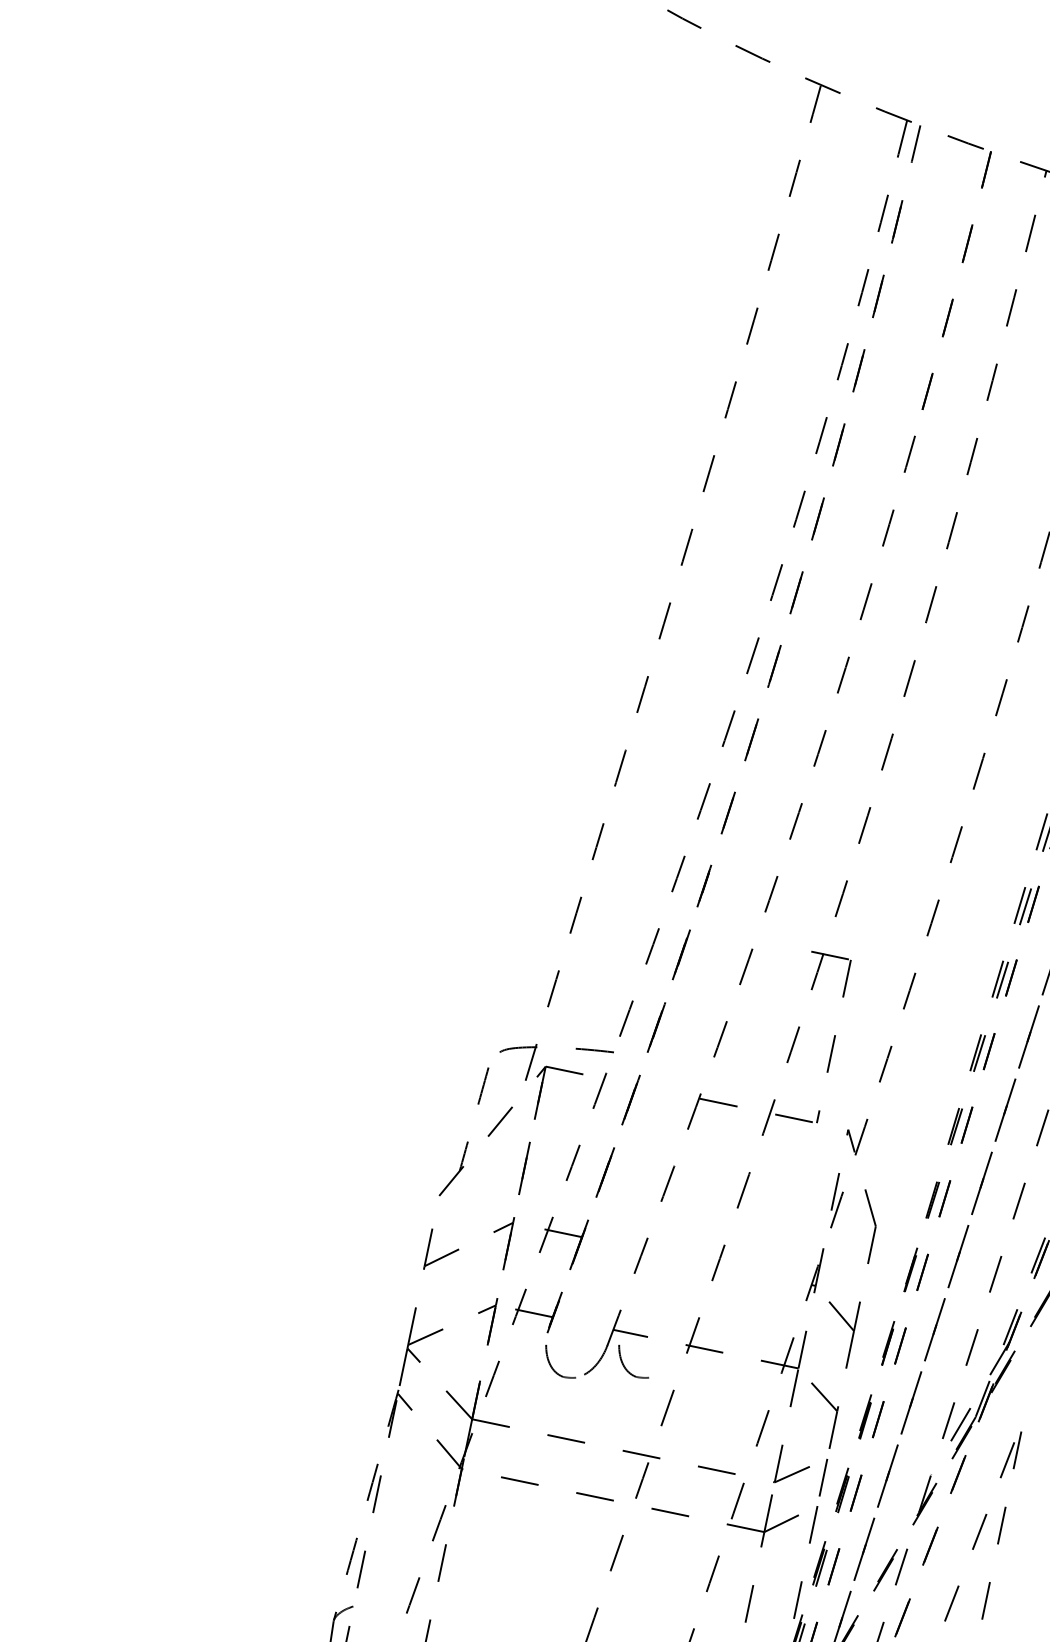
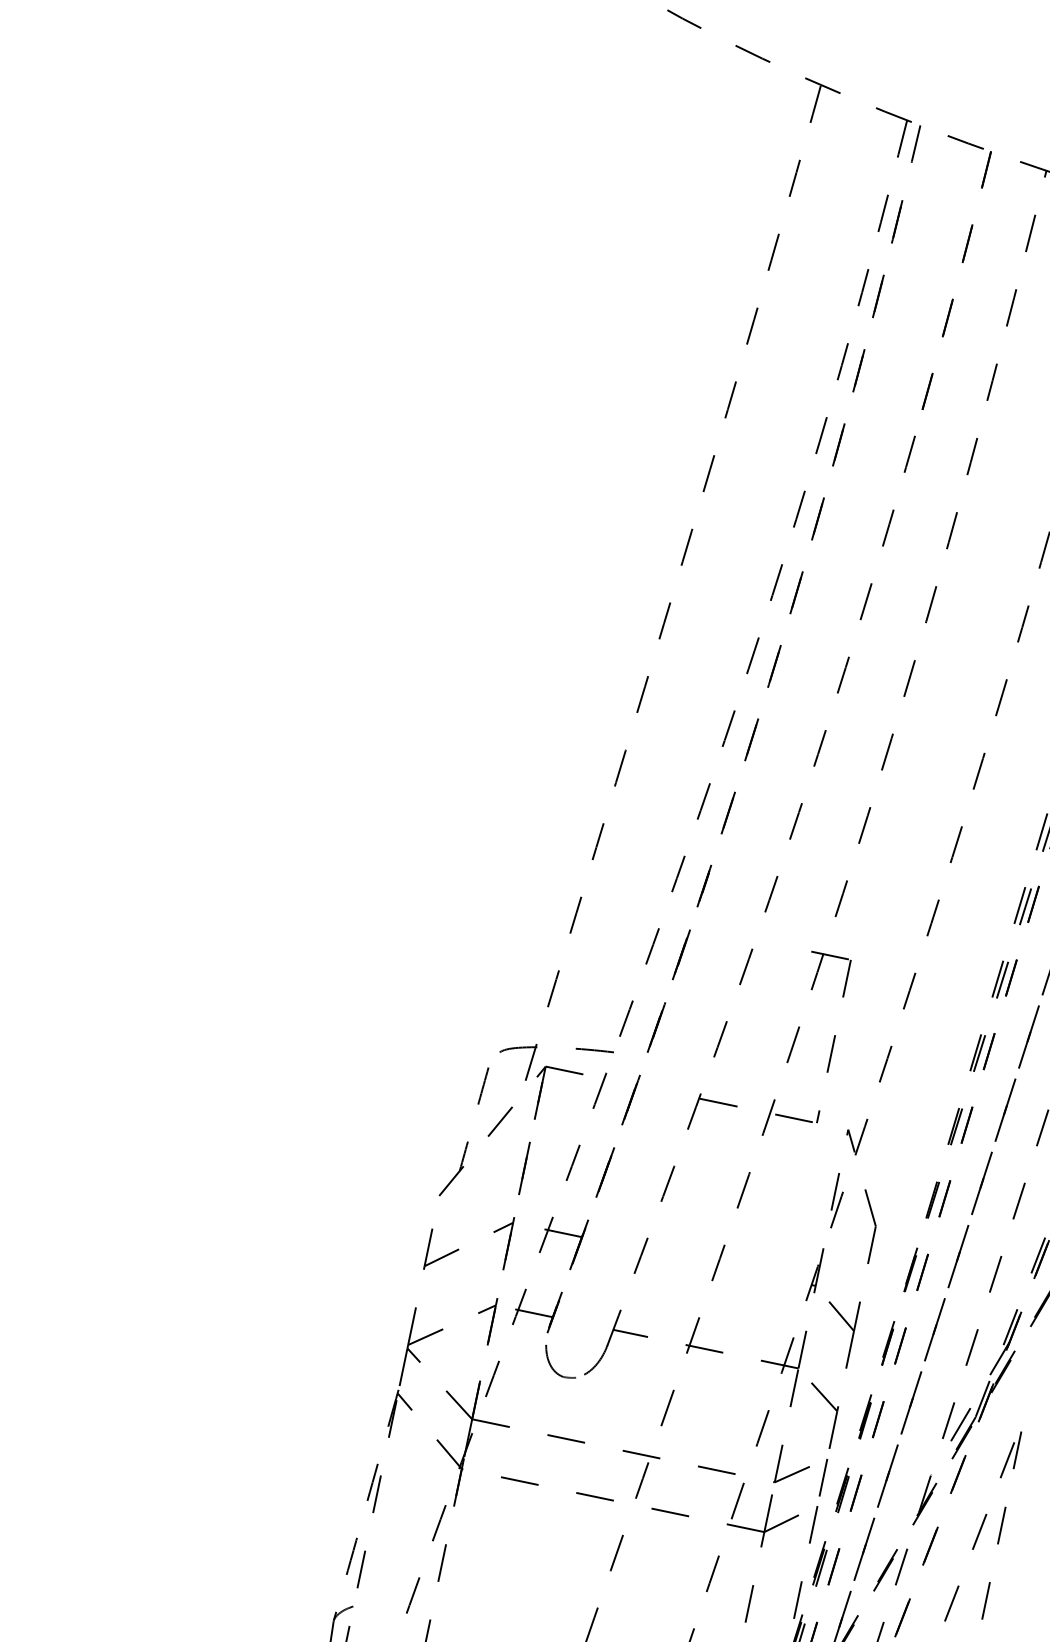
part at (625, 1366): present -> none
